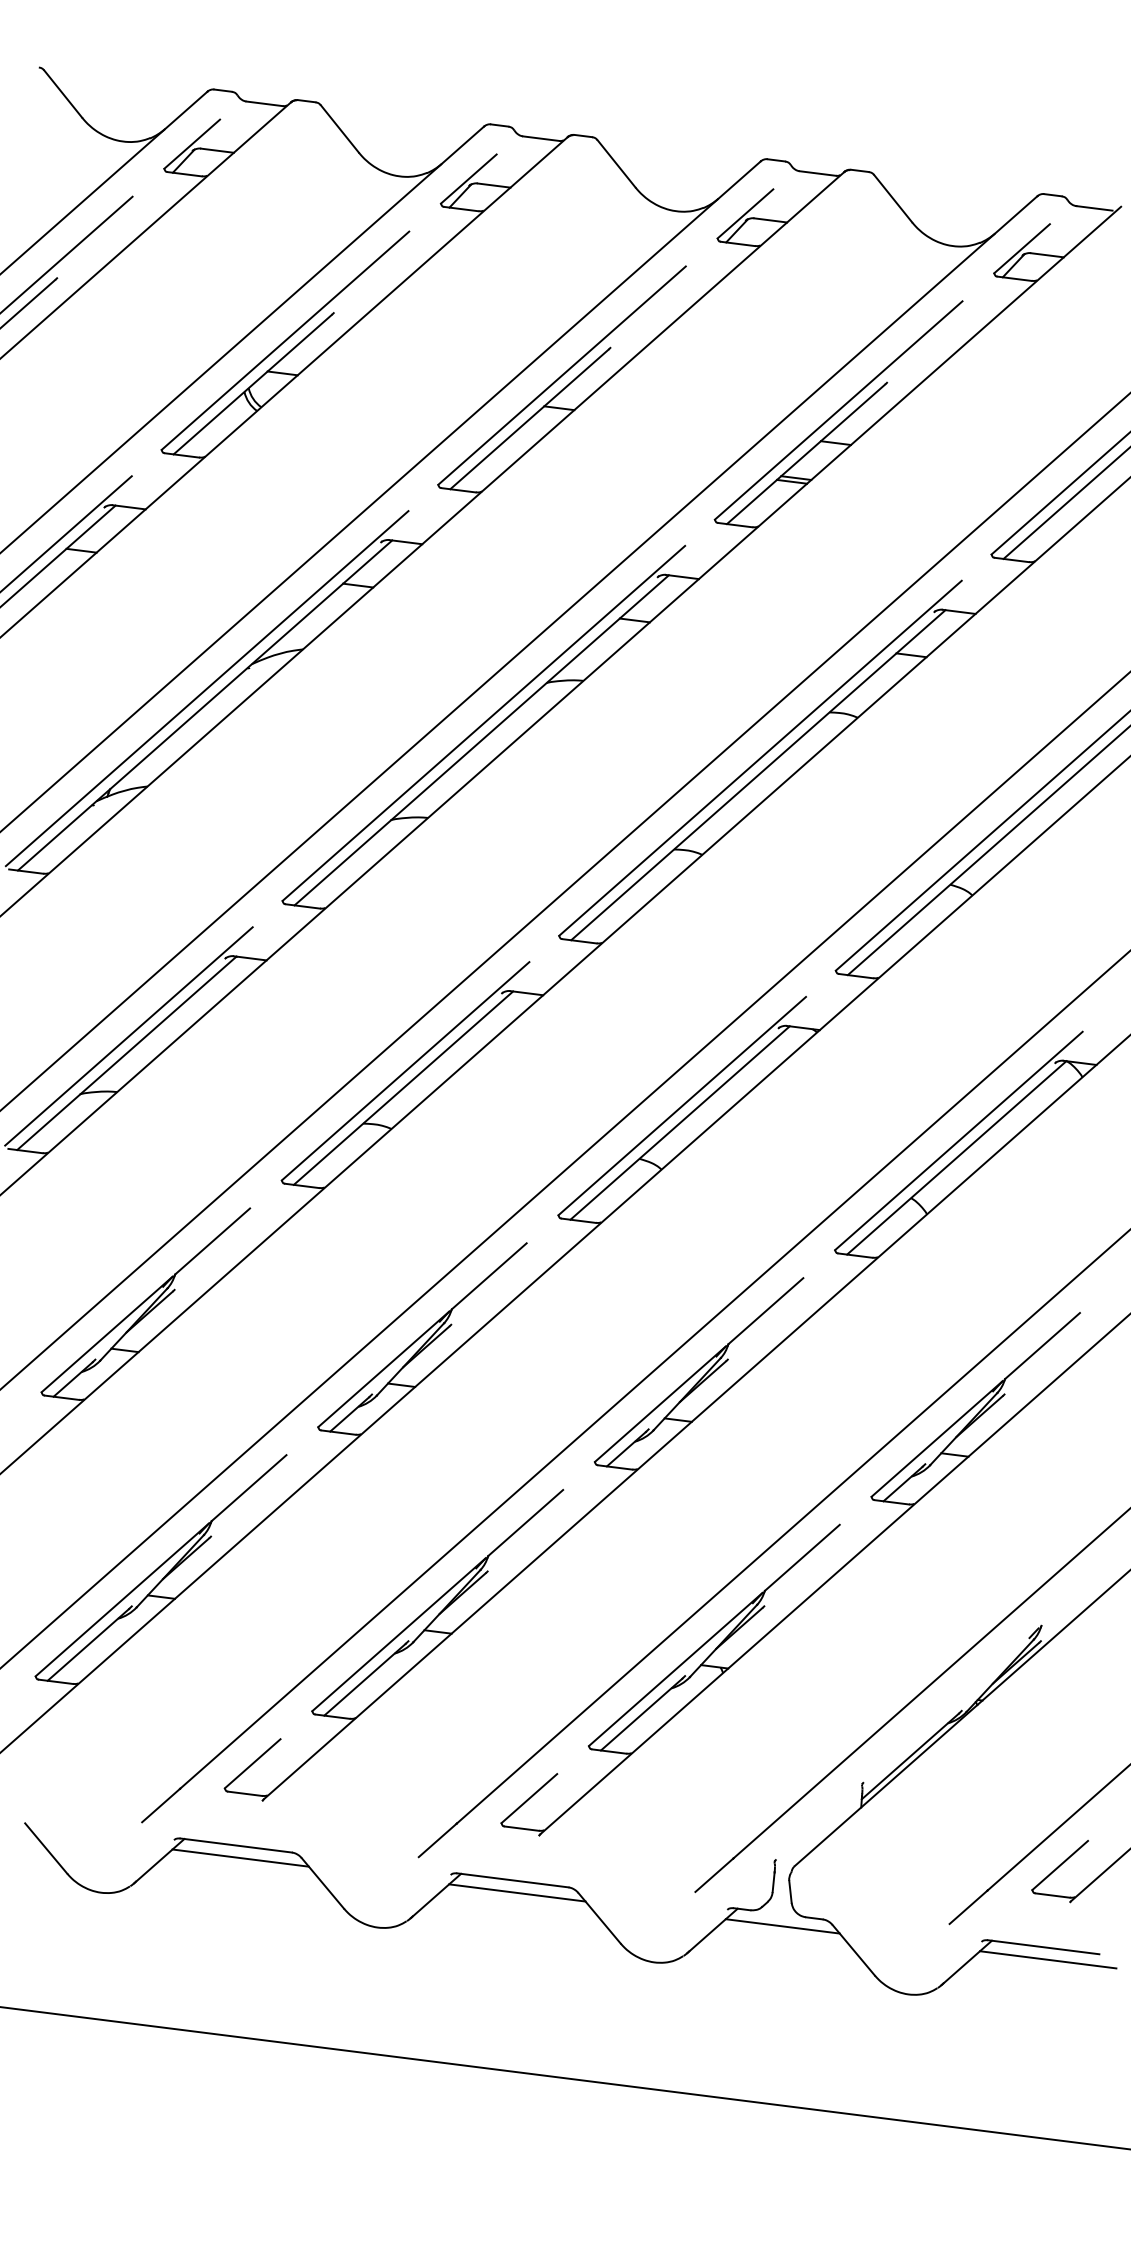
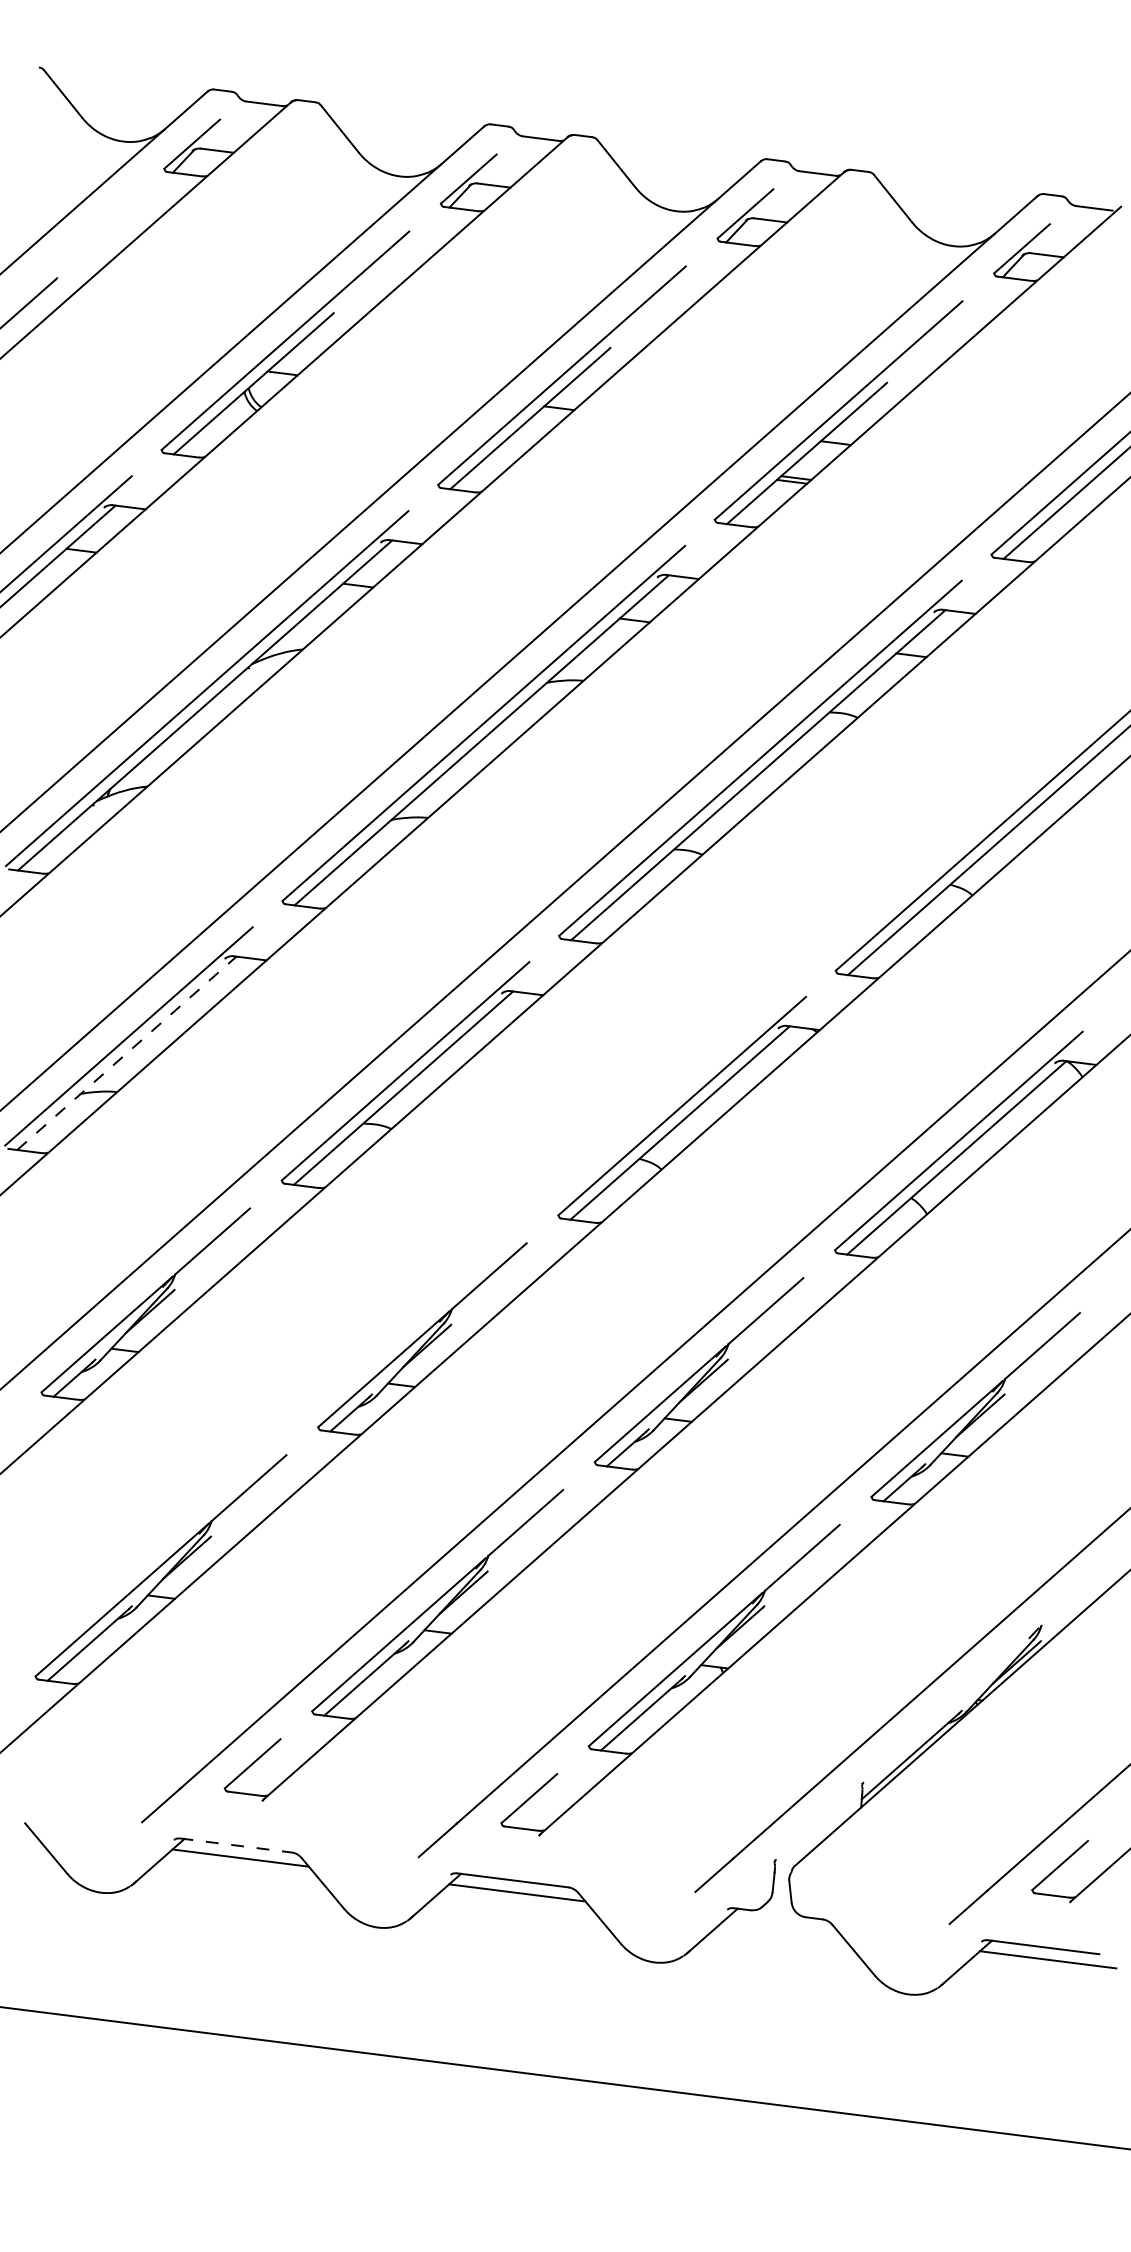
line at (67, 253): present -> none
line at (127, 1052): solid -> dashed
line at (564, 1170): present -> none
line at (236, 1845): solid -> dashed
line at (782, 1926): present -> none
